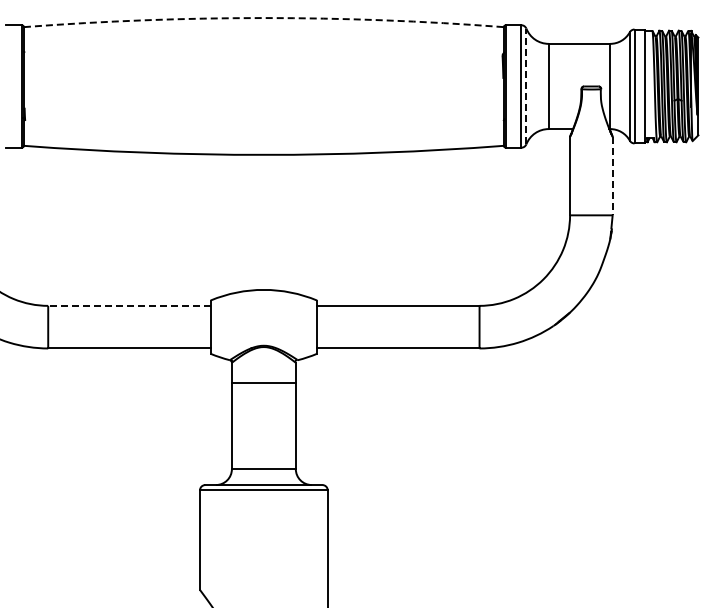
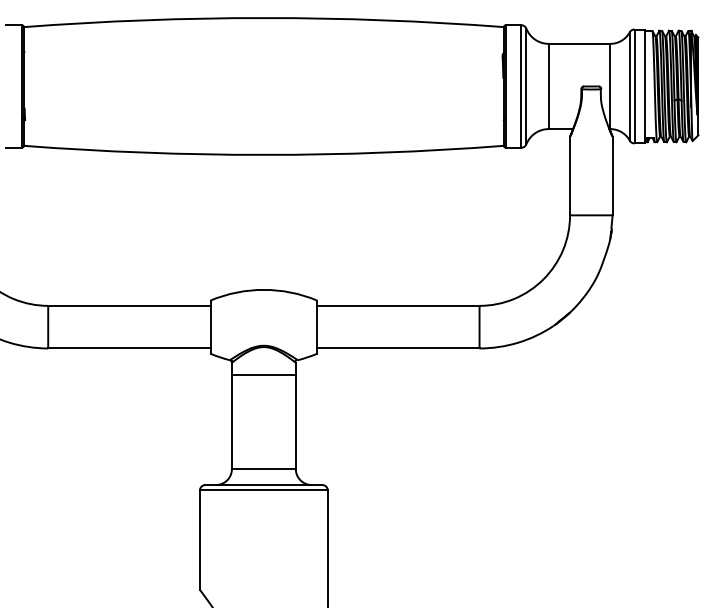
arc at (263, 18): dashed -> solid
line at (526, 86): dashed -> solid
line at (612, 176): dashed -> solid
line at (128, 305): dashed -> solid
line at (263, 383) position: (263, 383) -> (263, 375)
